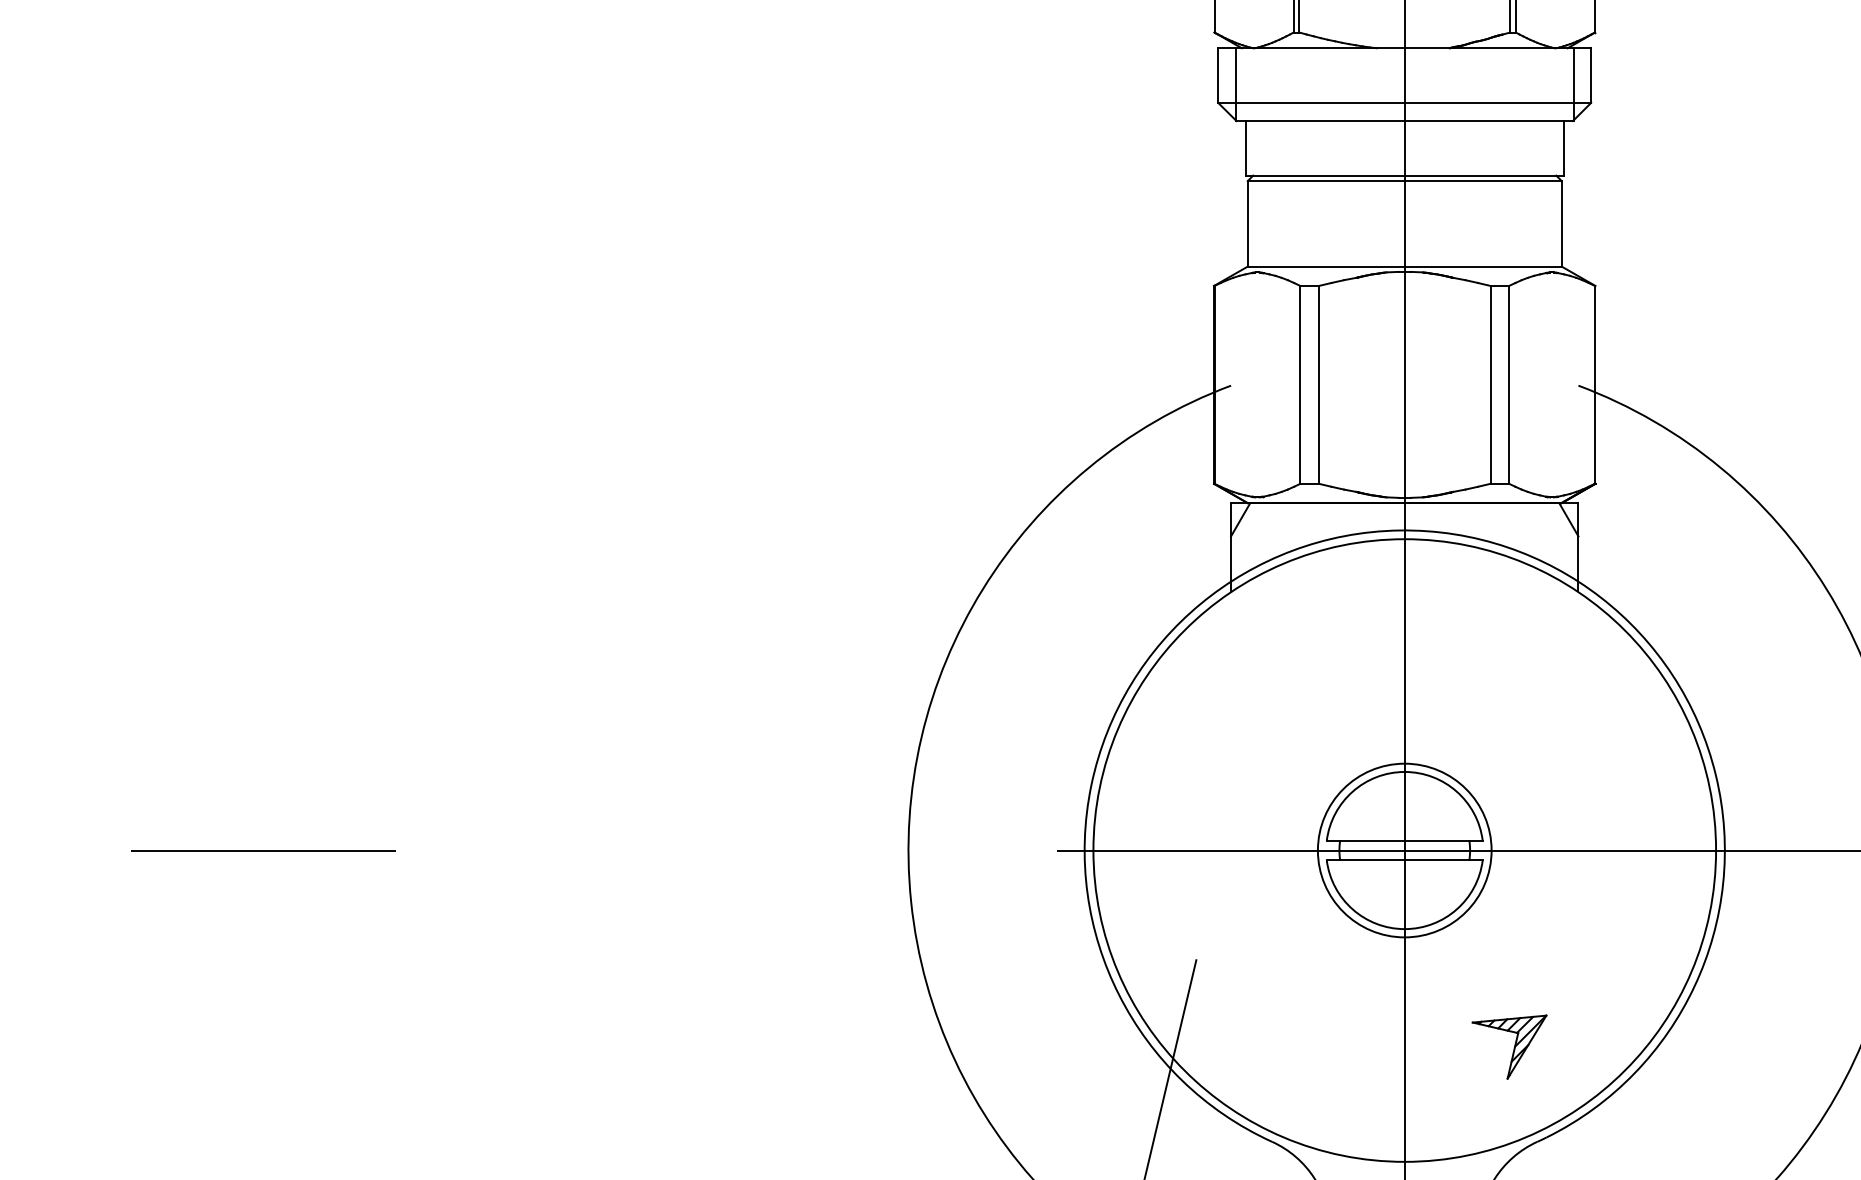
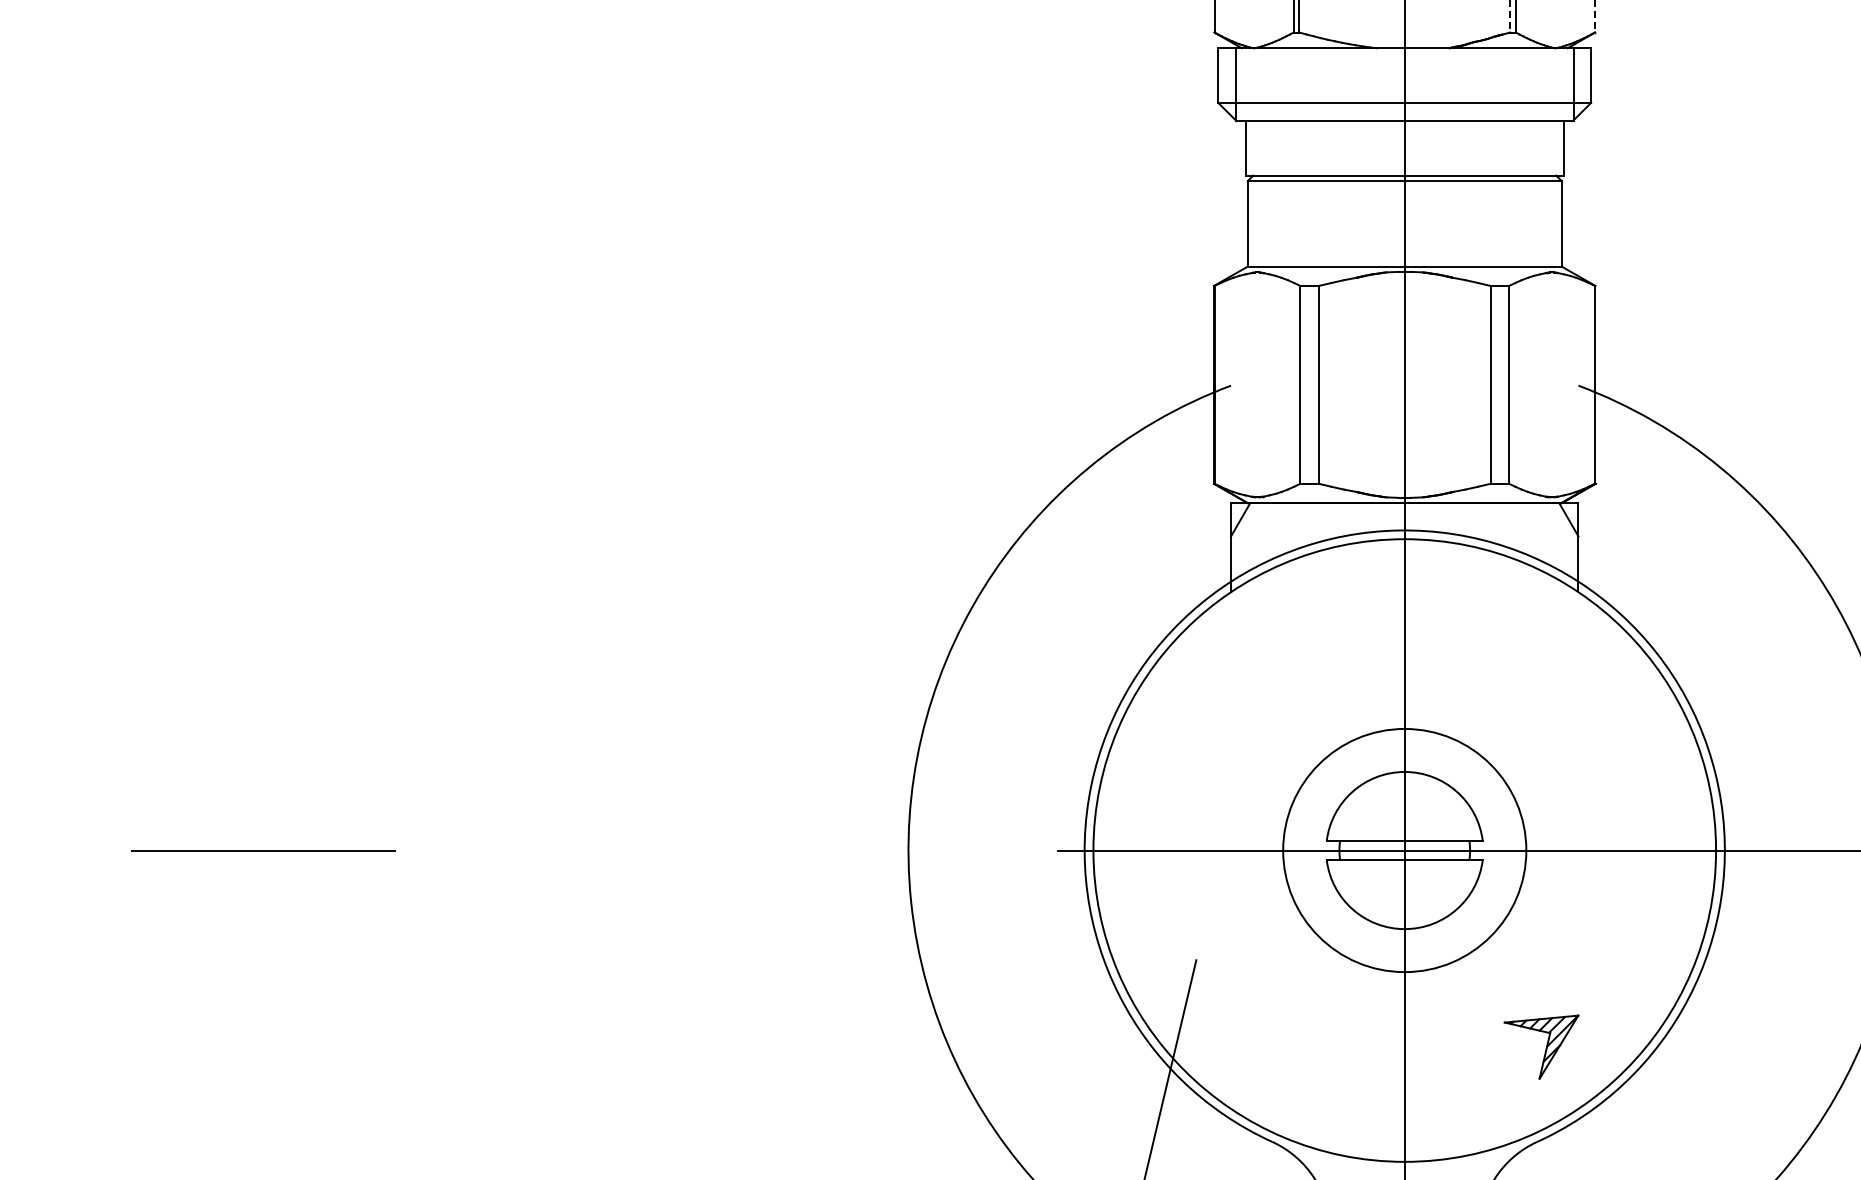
line at (1510, 16): solid -> dashed
line at (1594, 16): solid -> dashed
circle at (1404, 850) diameter: 174 px -> 243 px
part at (1509, 1046) position: (1509, 1046) -> (1541, 1046)
